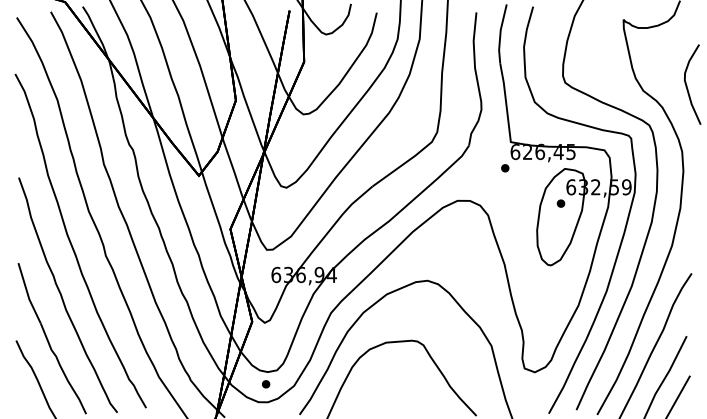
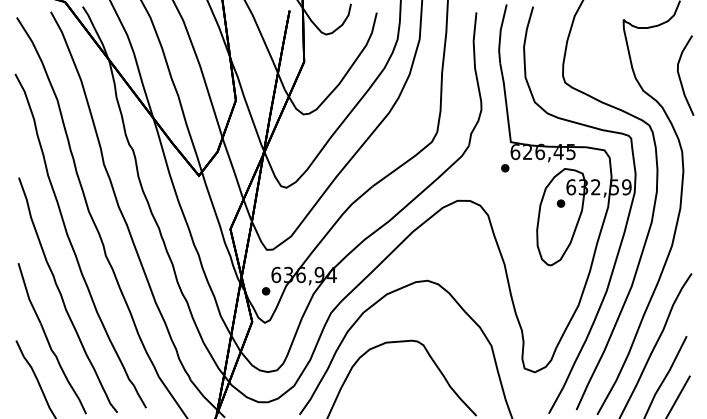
curve at (687, 85) position: (687, 85) -> (680, 76)
part at (266, 384) position: (266, 384) -> (266, 291)
